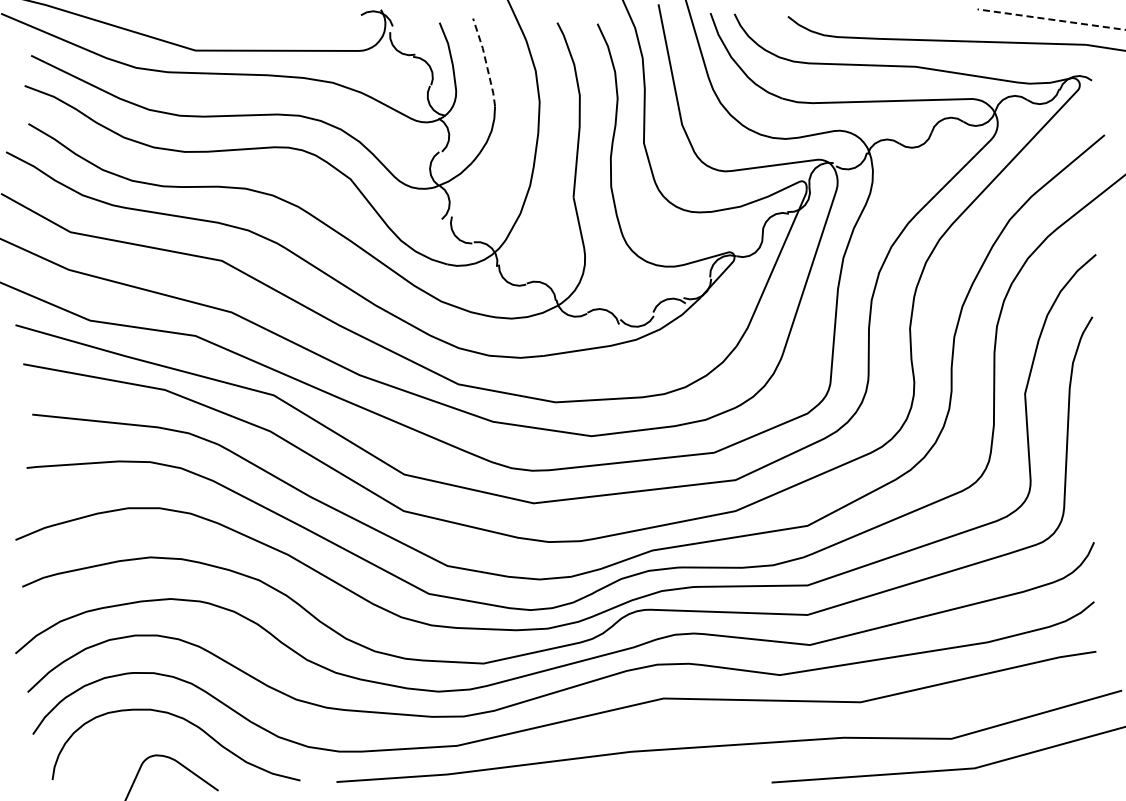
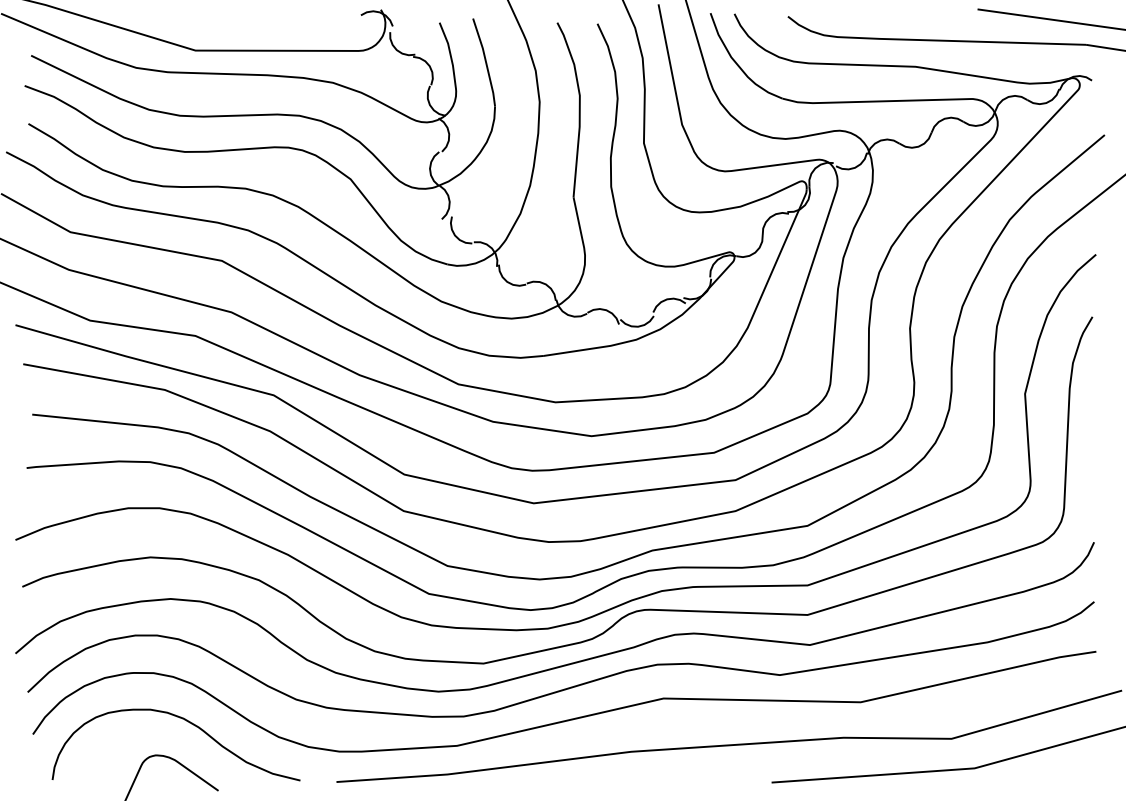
line at (1051, 19): dashed -> solid
line at (486, 62): dashed -> solid
